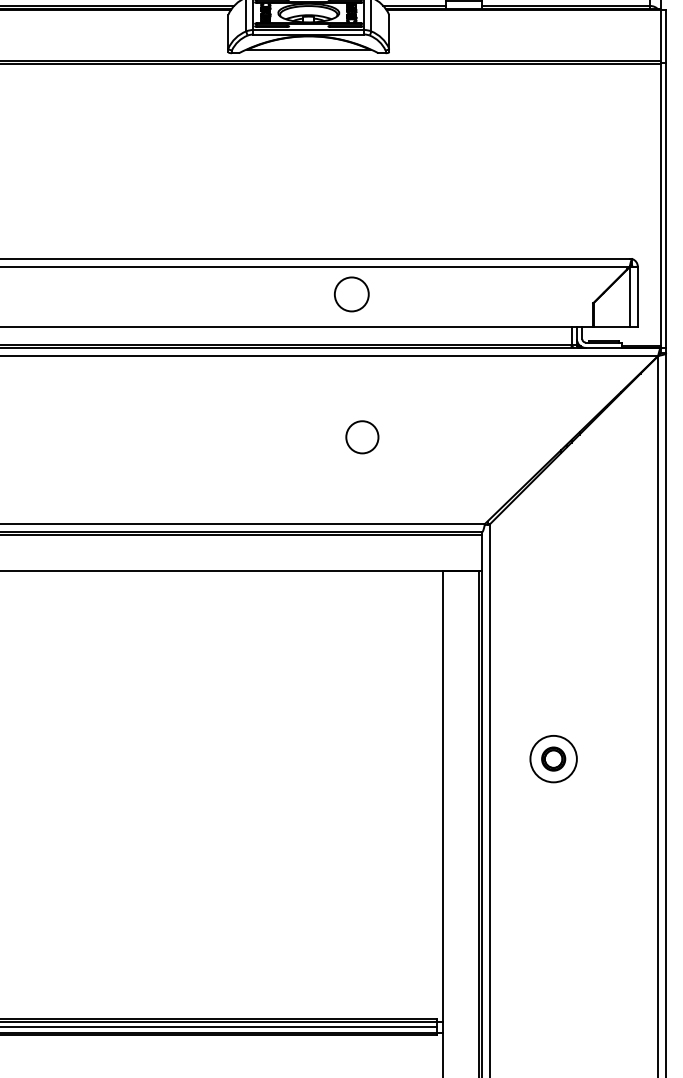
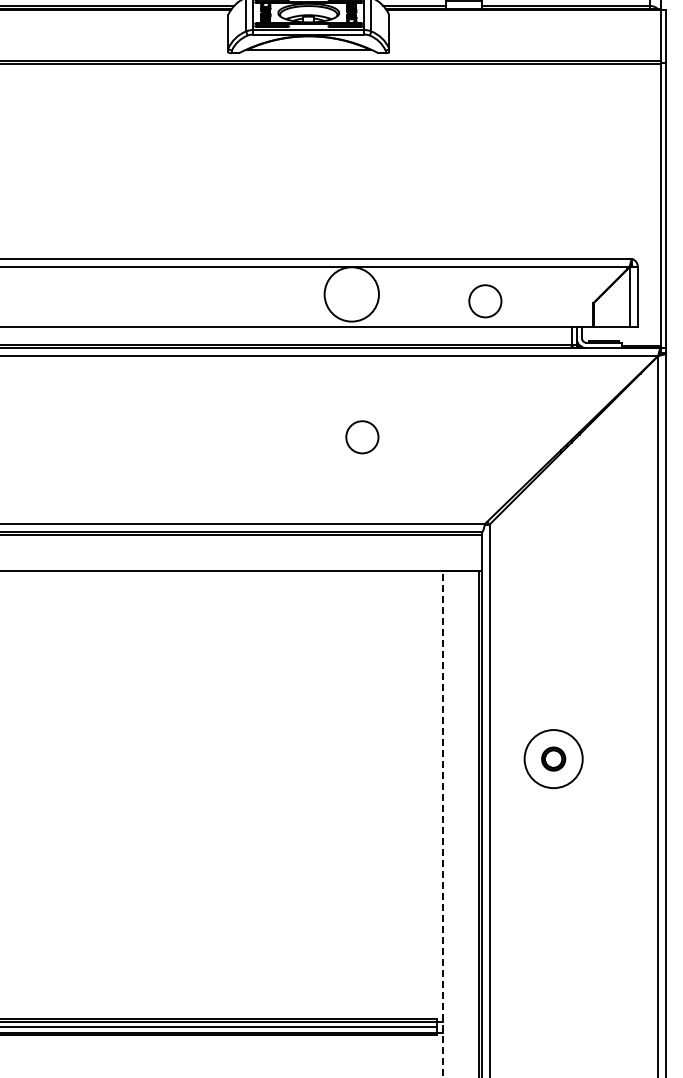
circle at (351, 294) diameter: 34 px -> 54 px
circle at (485, 301): none -> present
circle at (553, 758) diameter: 46 px -> 58 px
line at (442, 824): solid -> dashed
